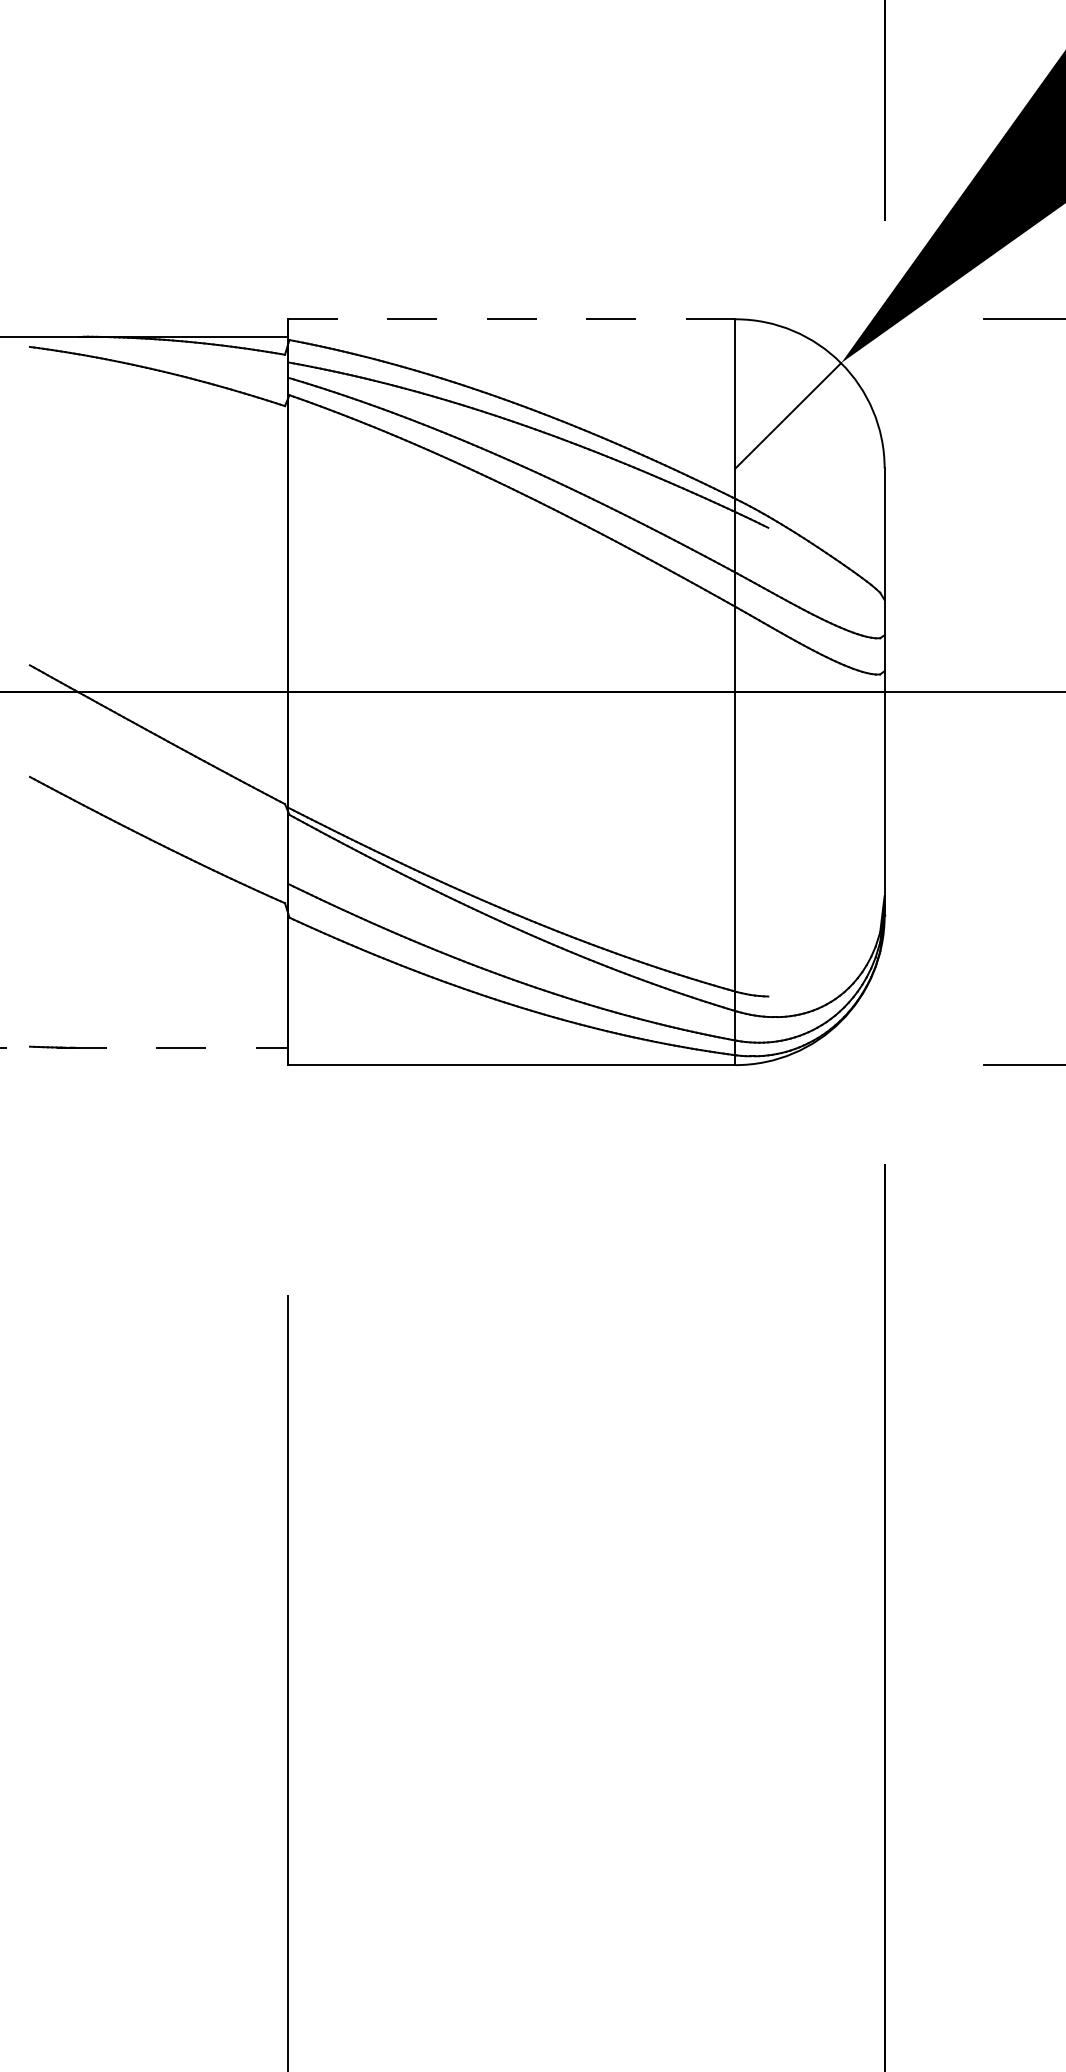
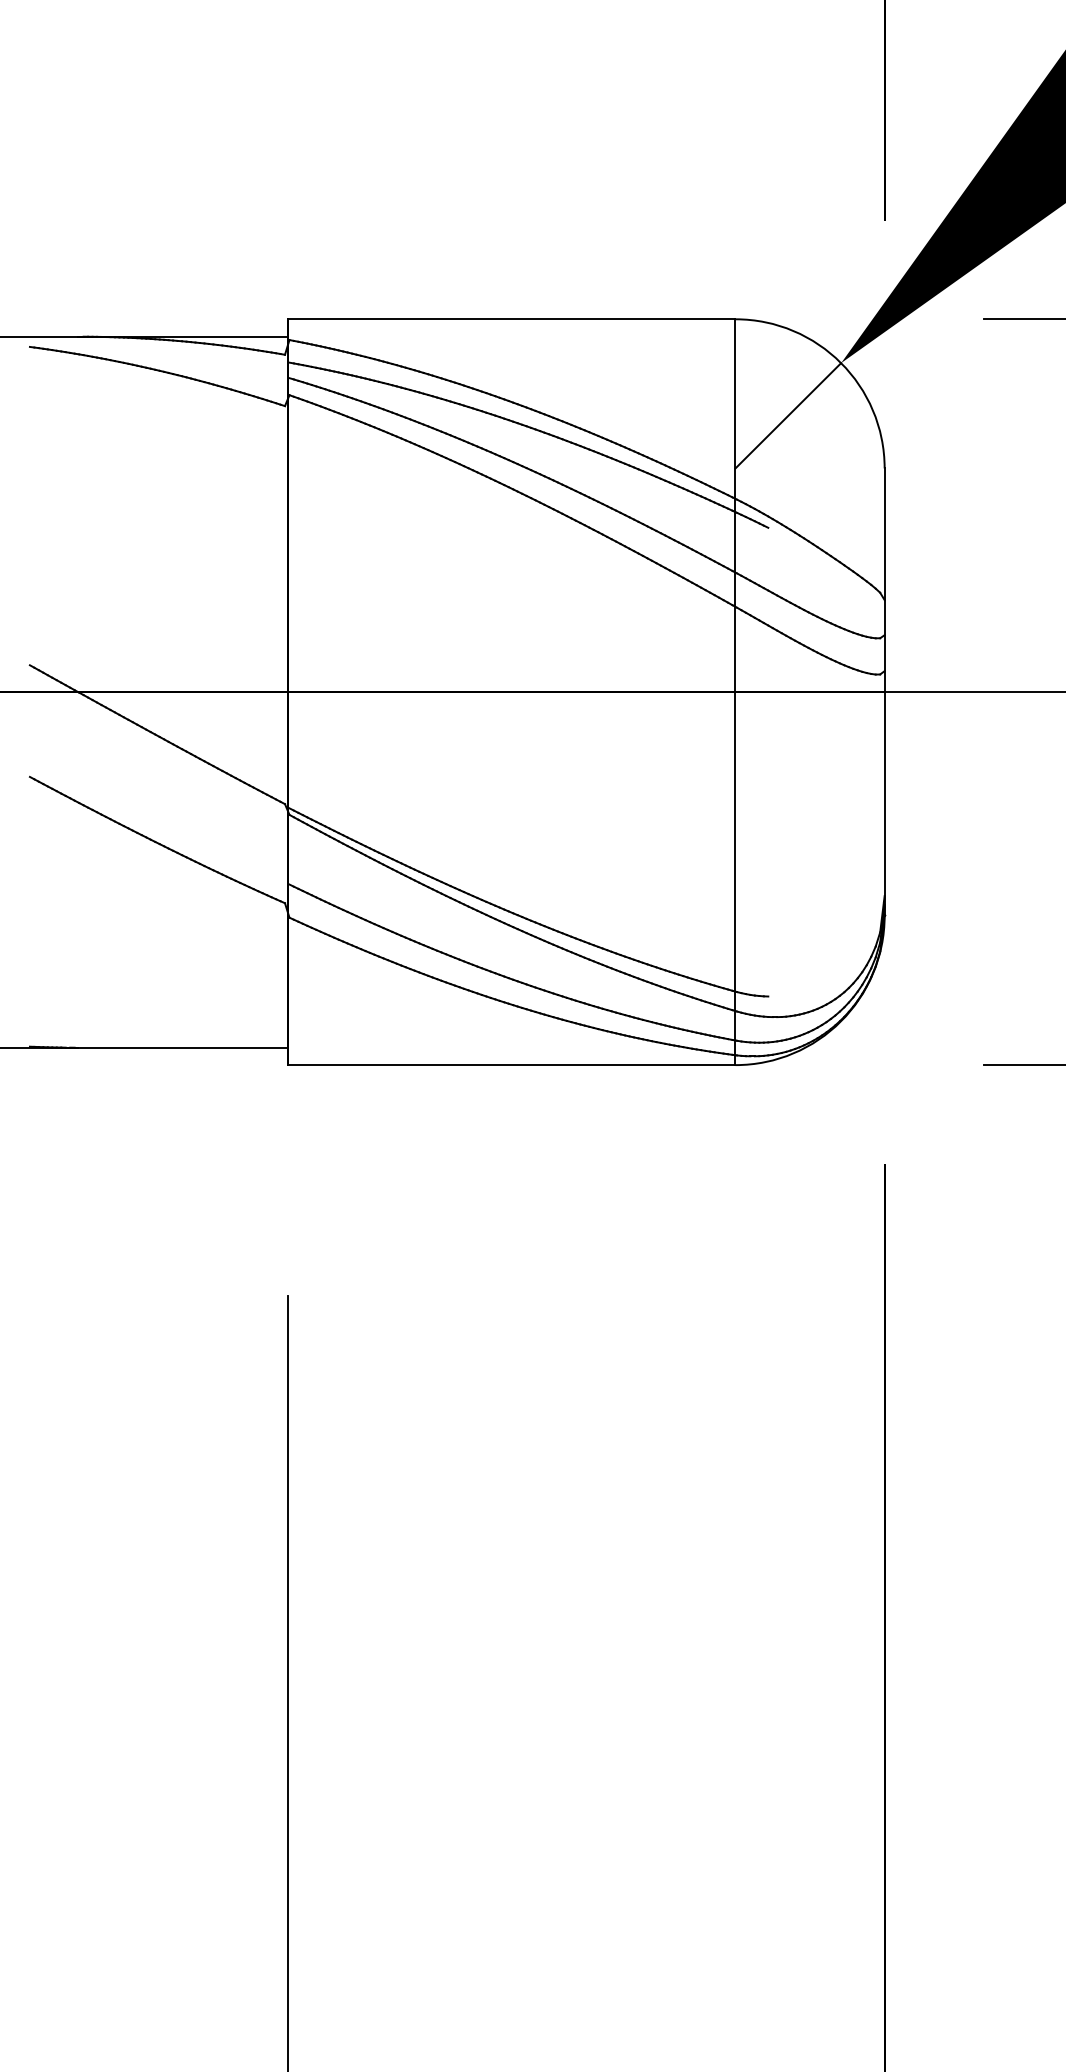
line at (511, 319): dashed -> solid
line at (144, 1047): dashed -> solid
